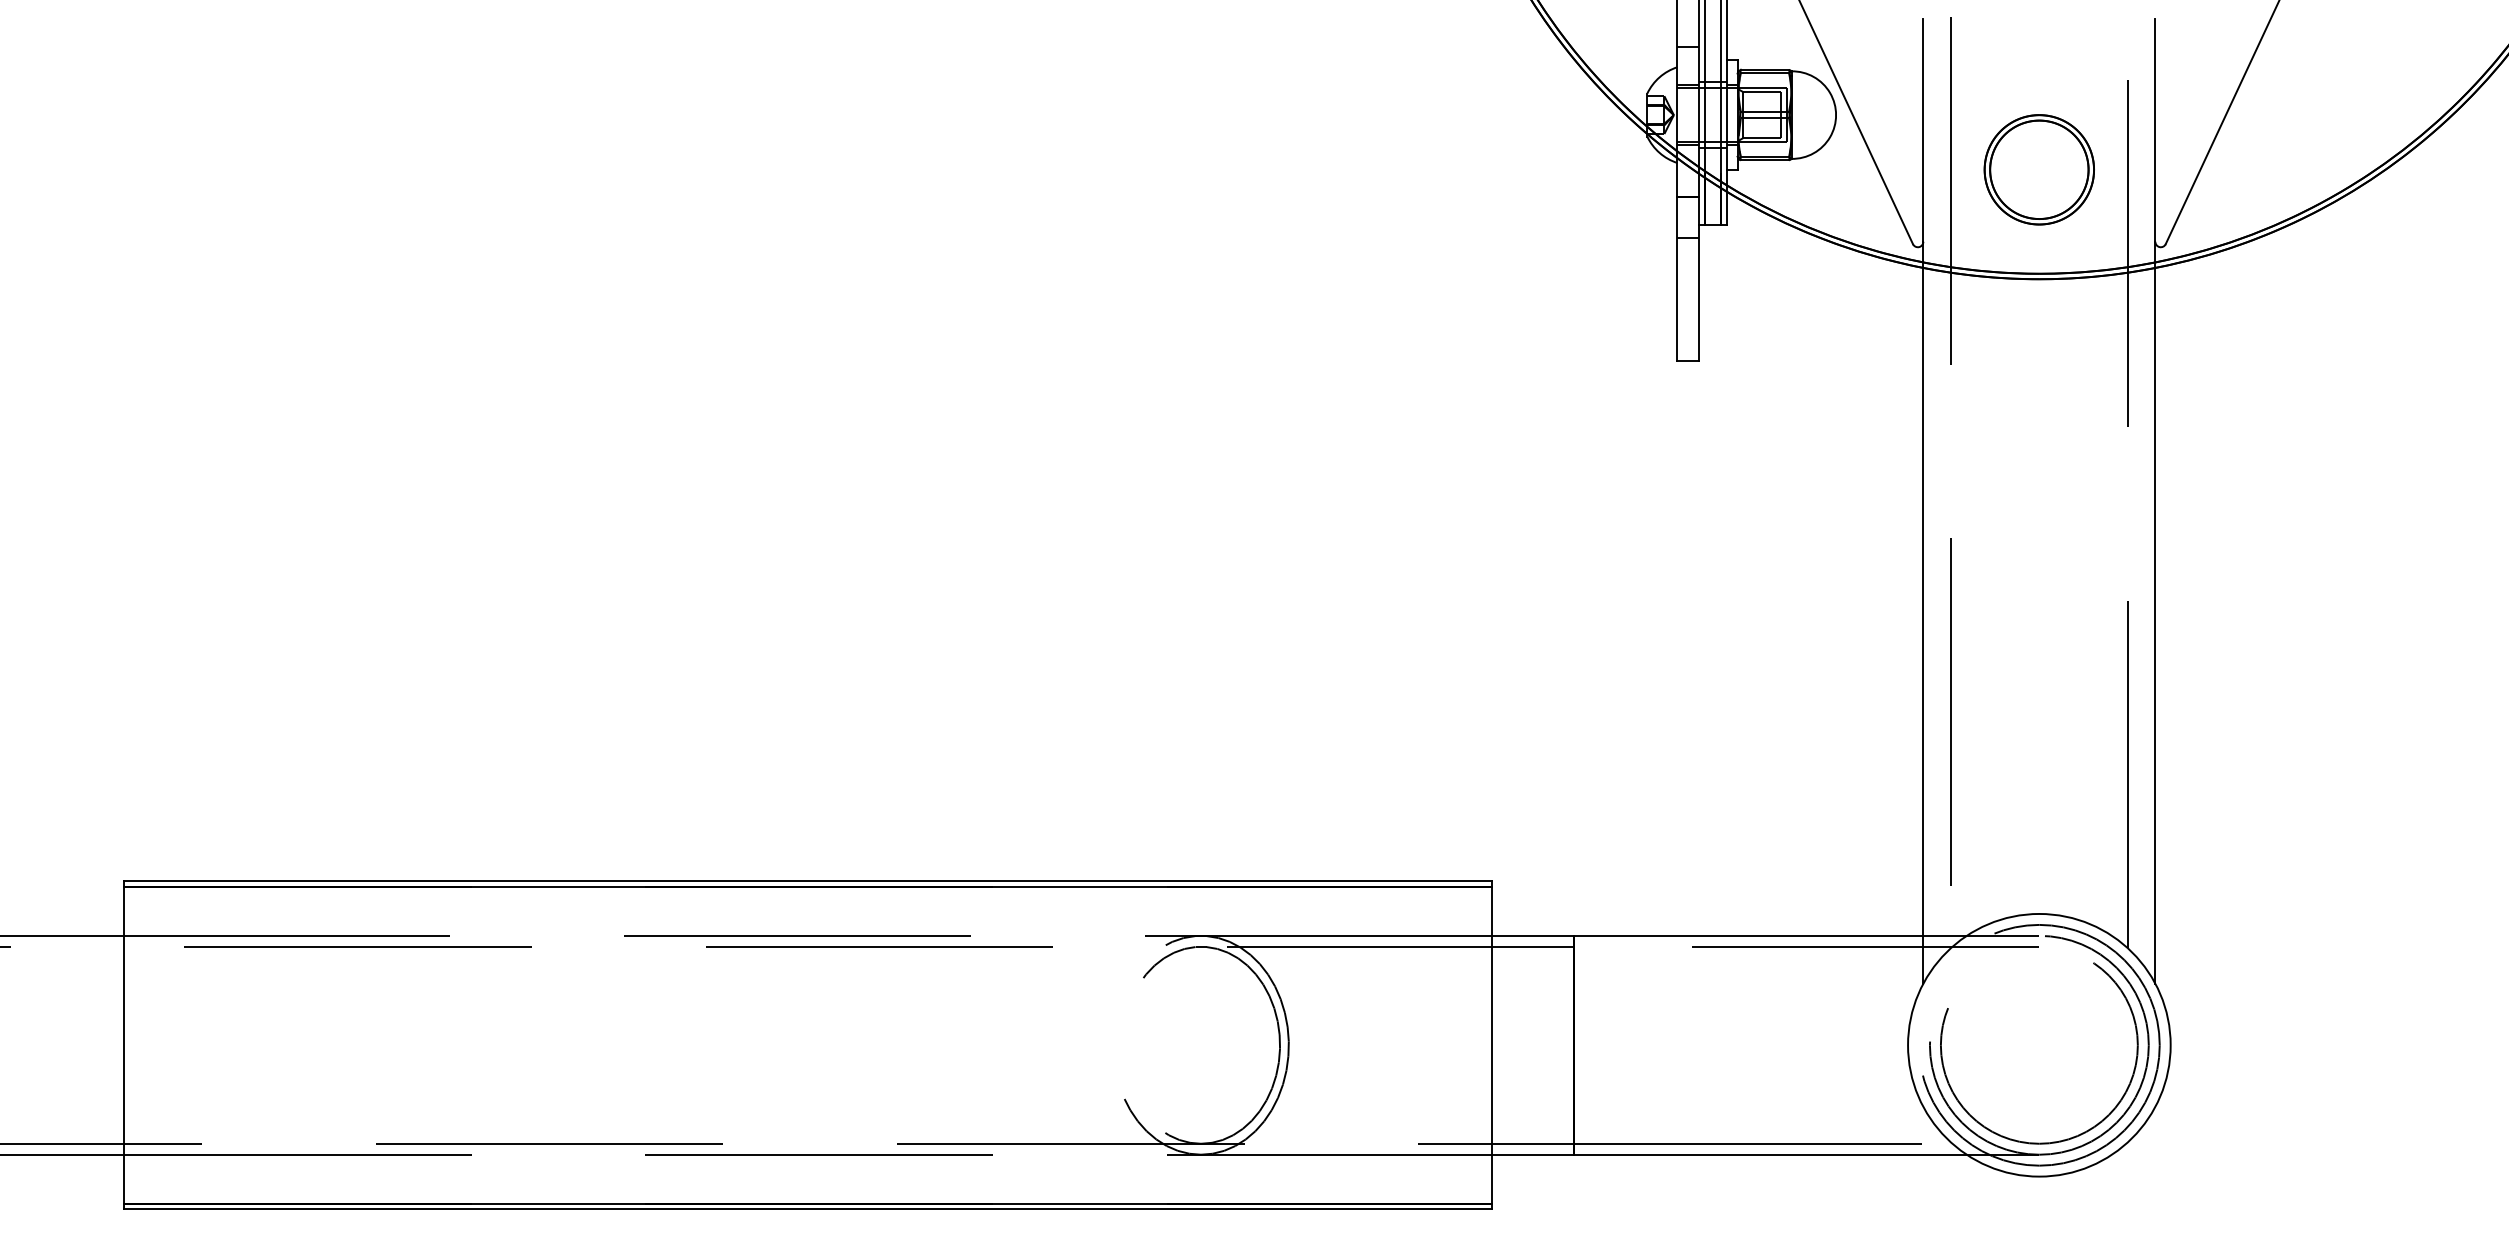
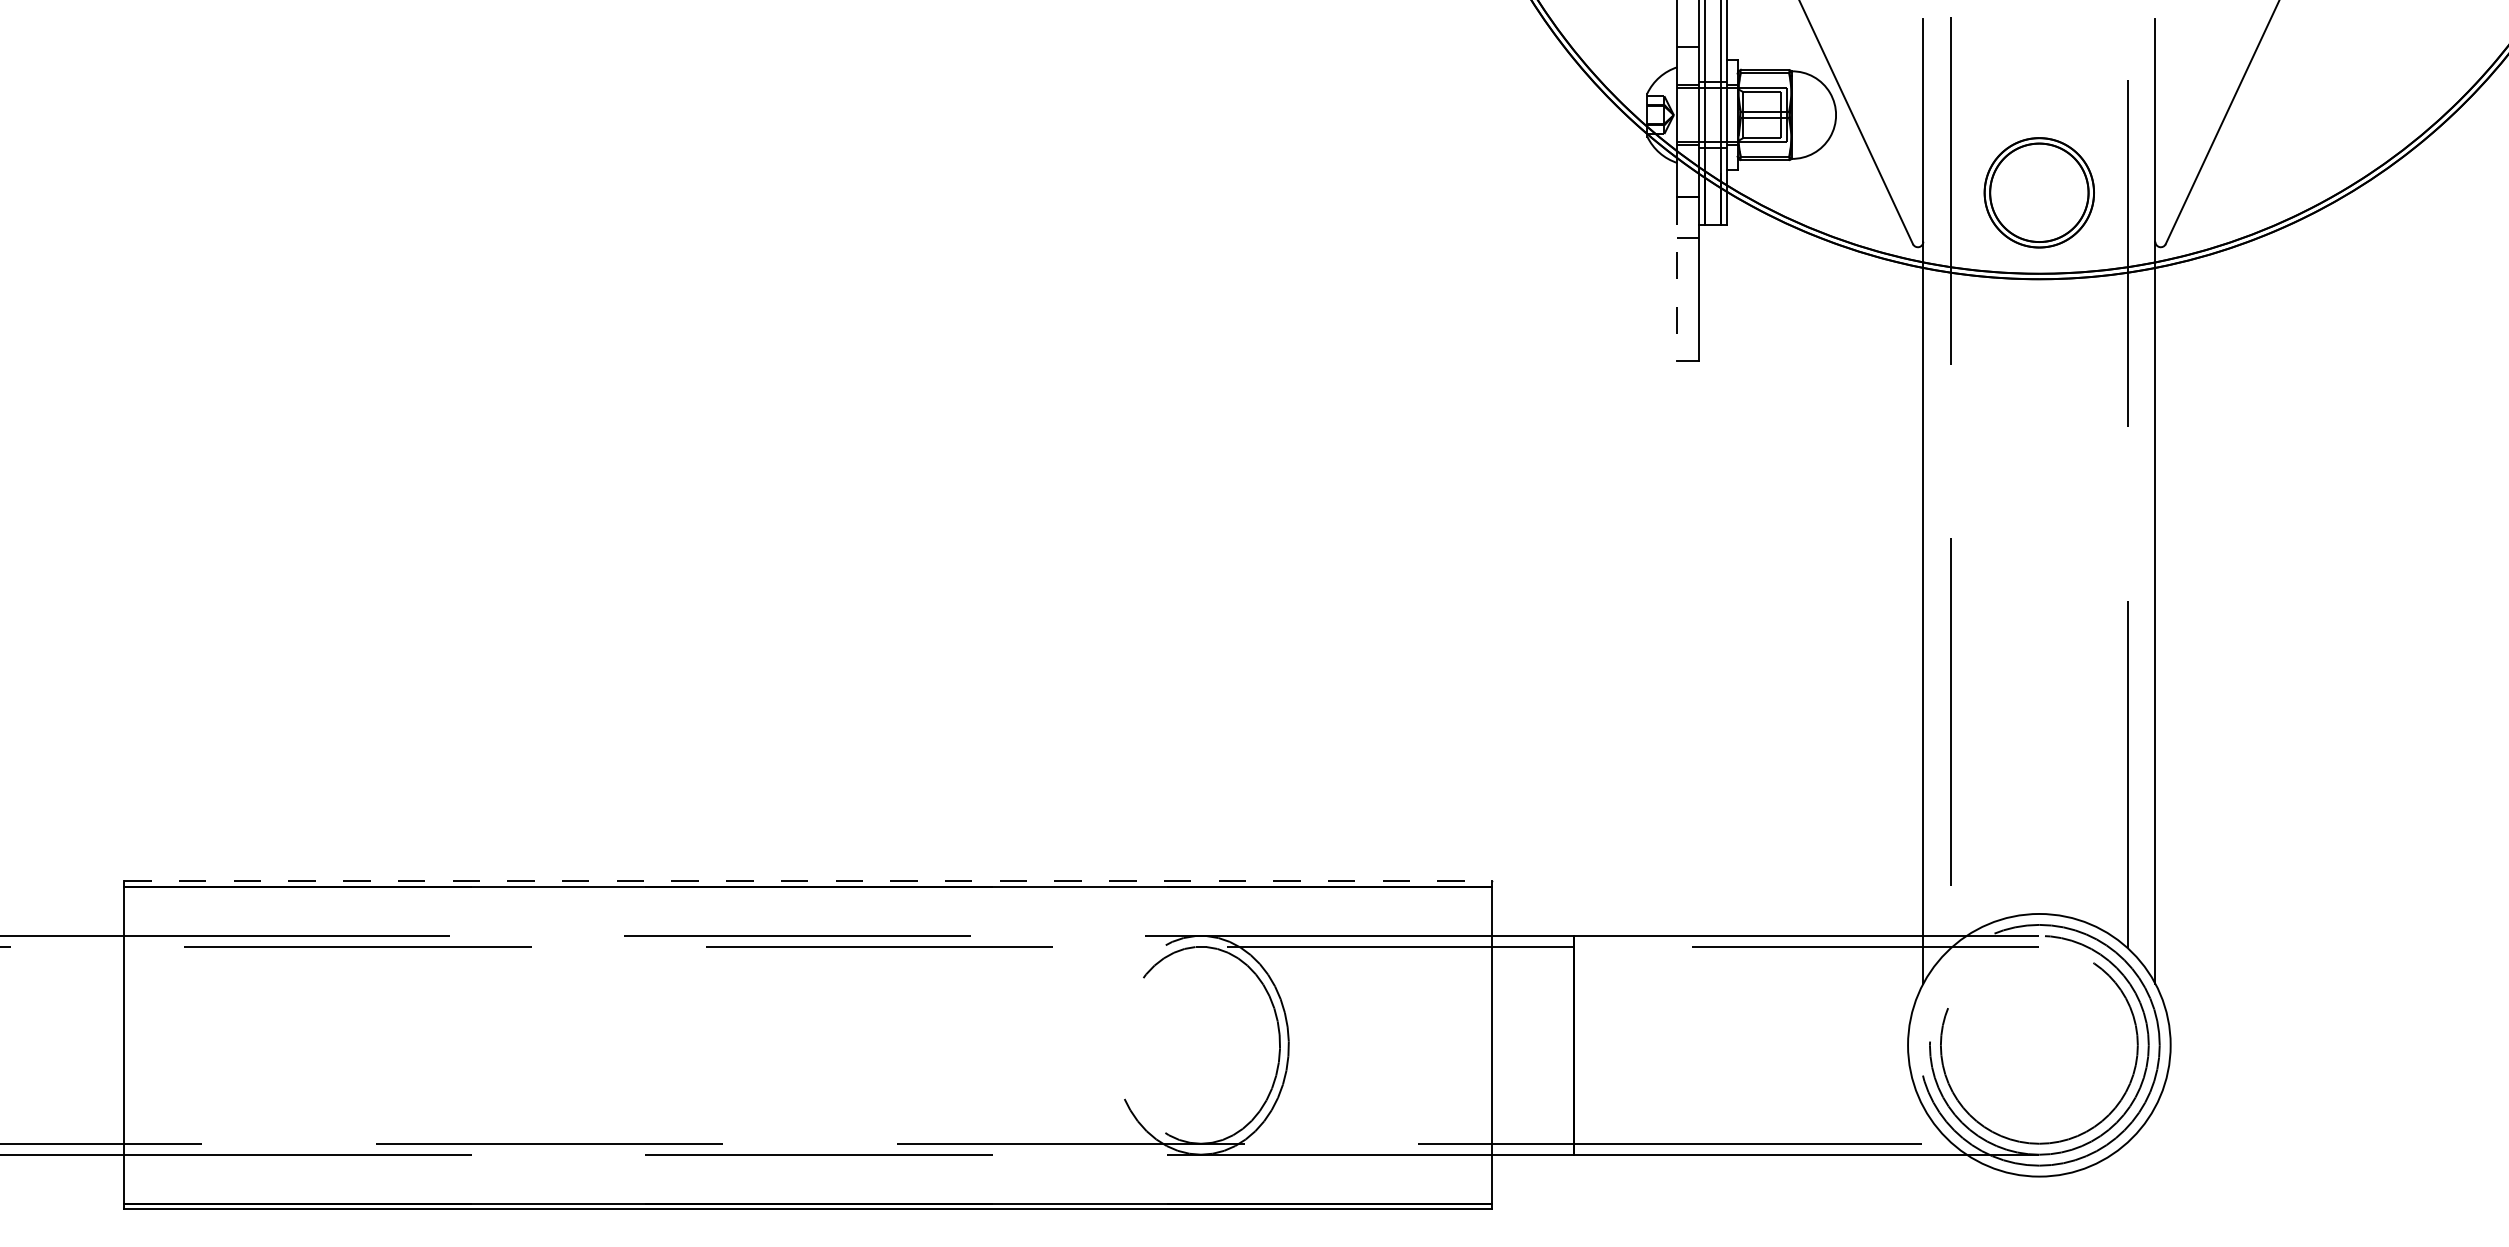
part at (2038, 169) position: (2038, 169) -> (2038, 192)
line at (1677, 279): solid -> dashed
line at (808, 881): solid -> dashed
